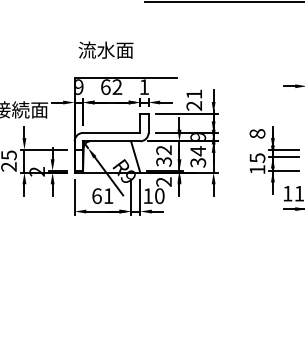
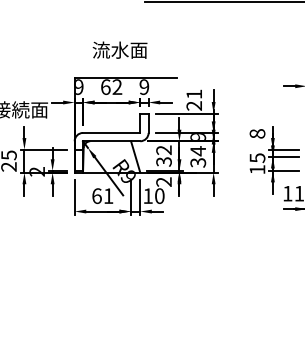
text at (105, 49) position: (105, 49) -> (119, 49)
text at (144, 87): 1 -> 9
